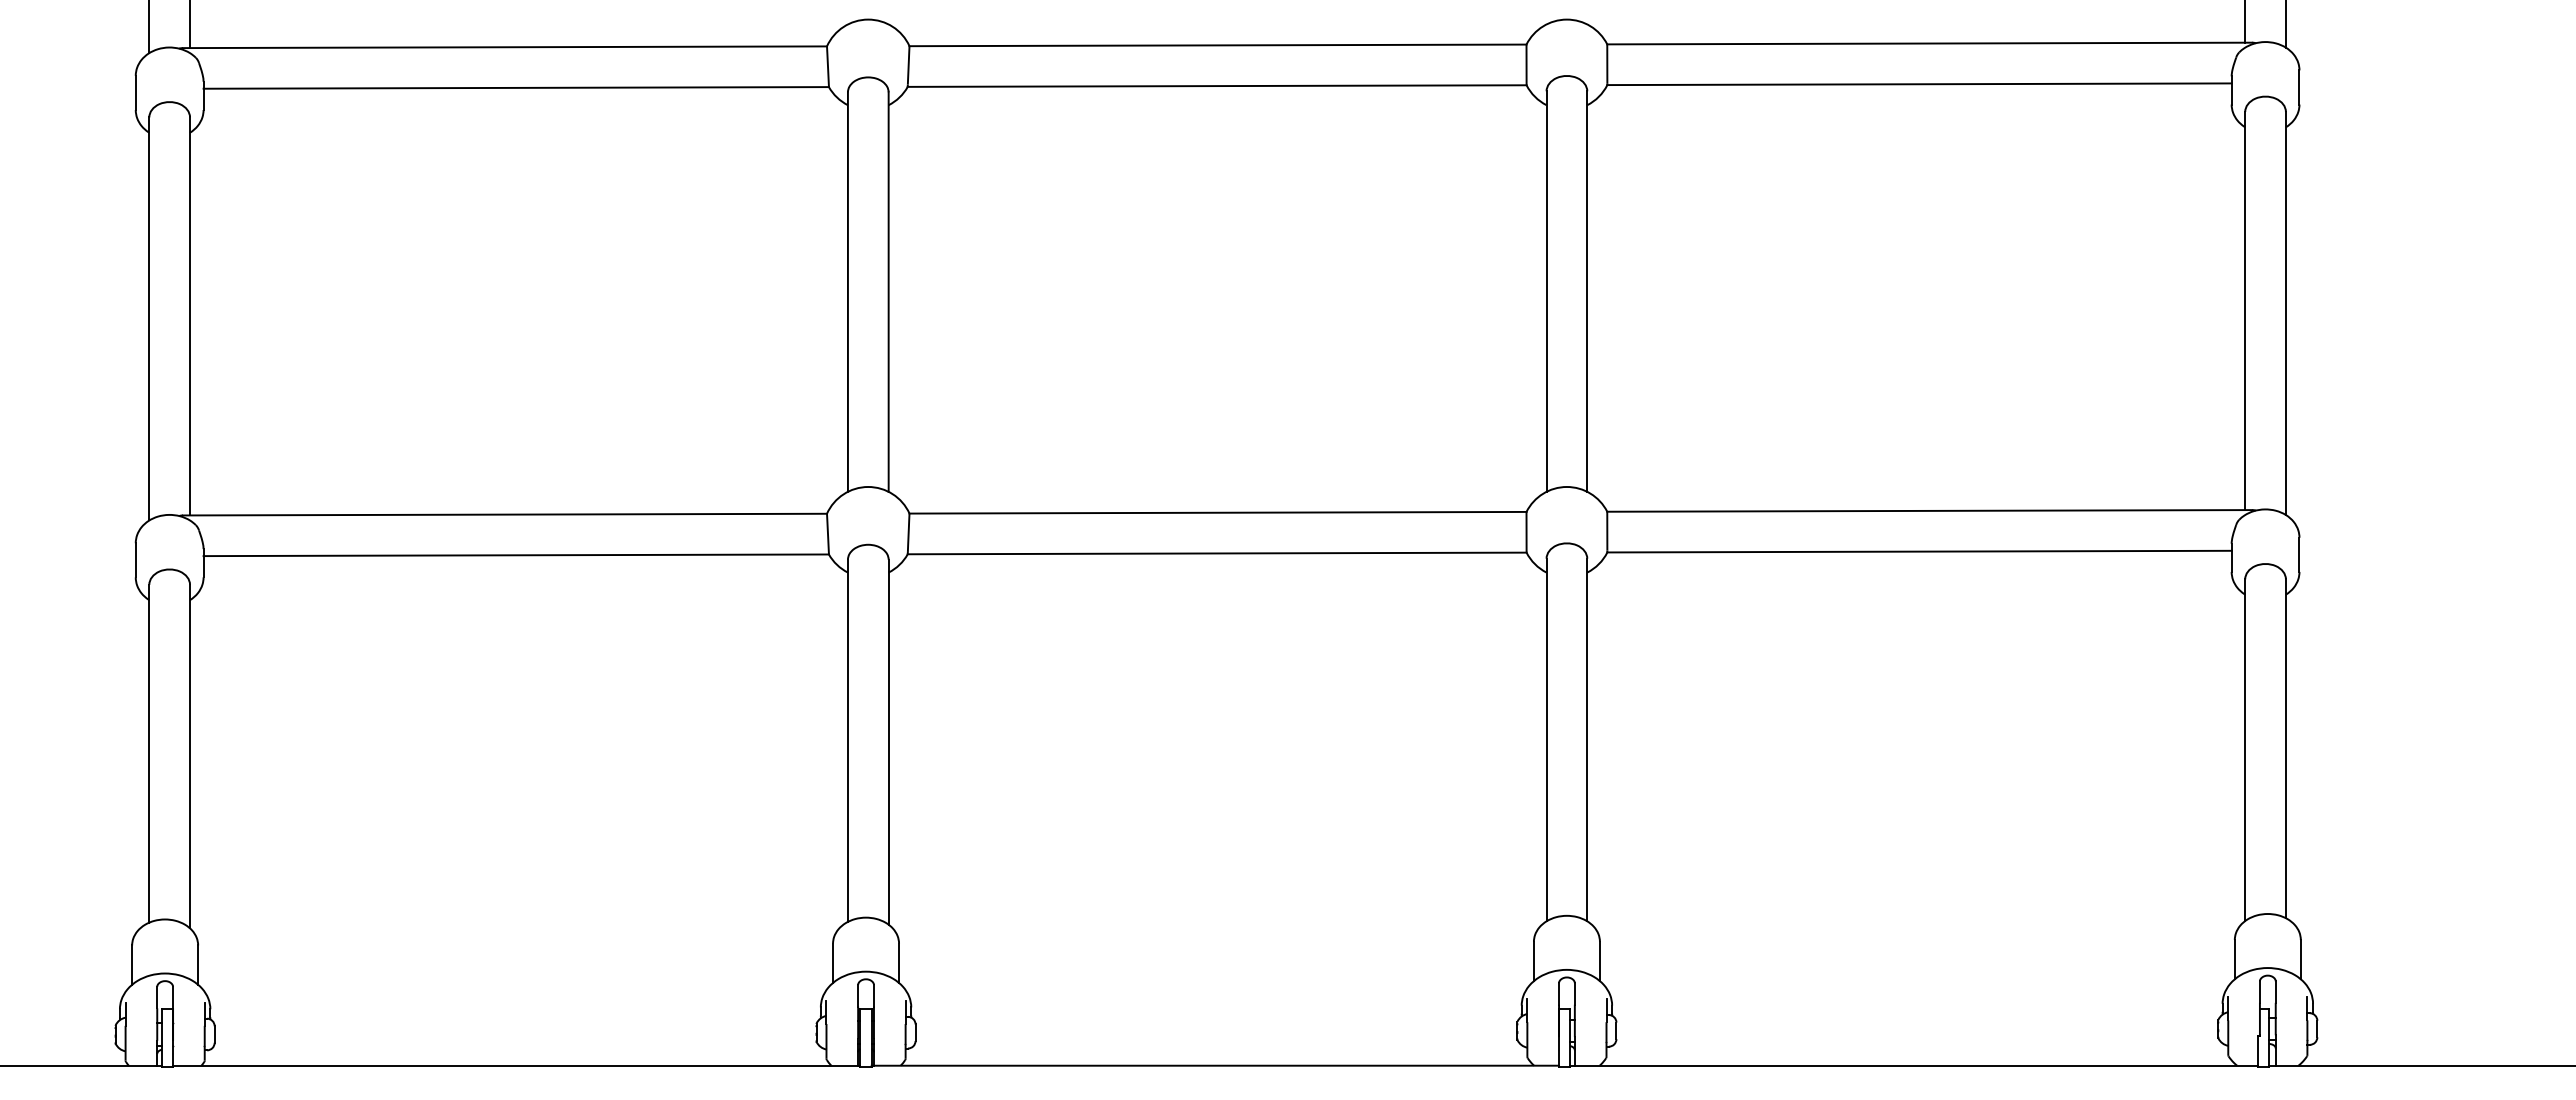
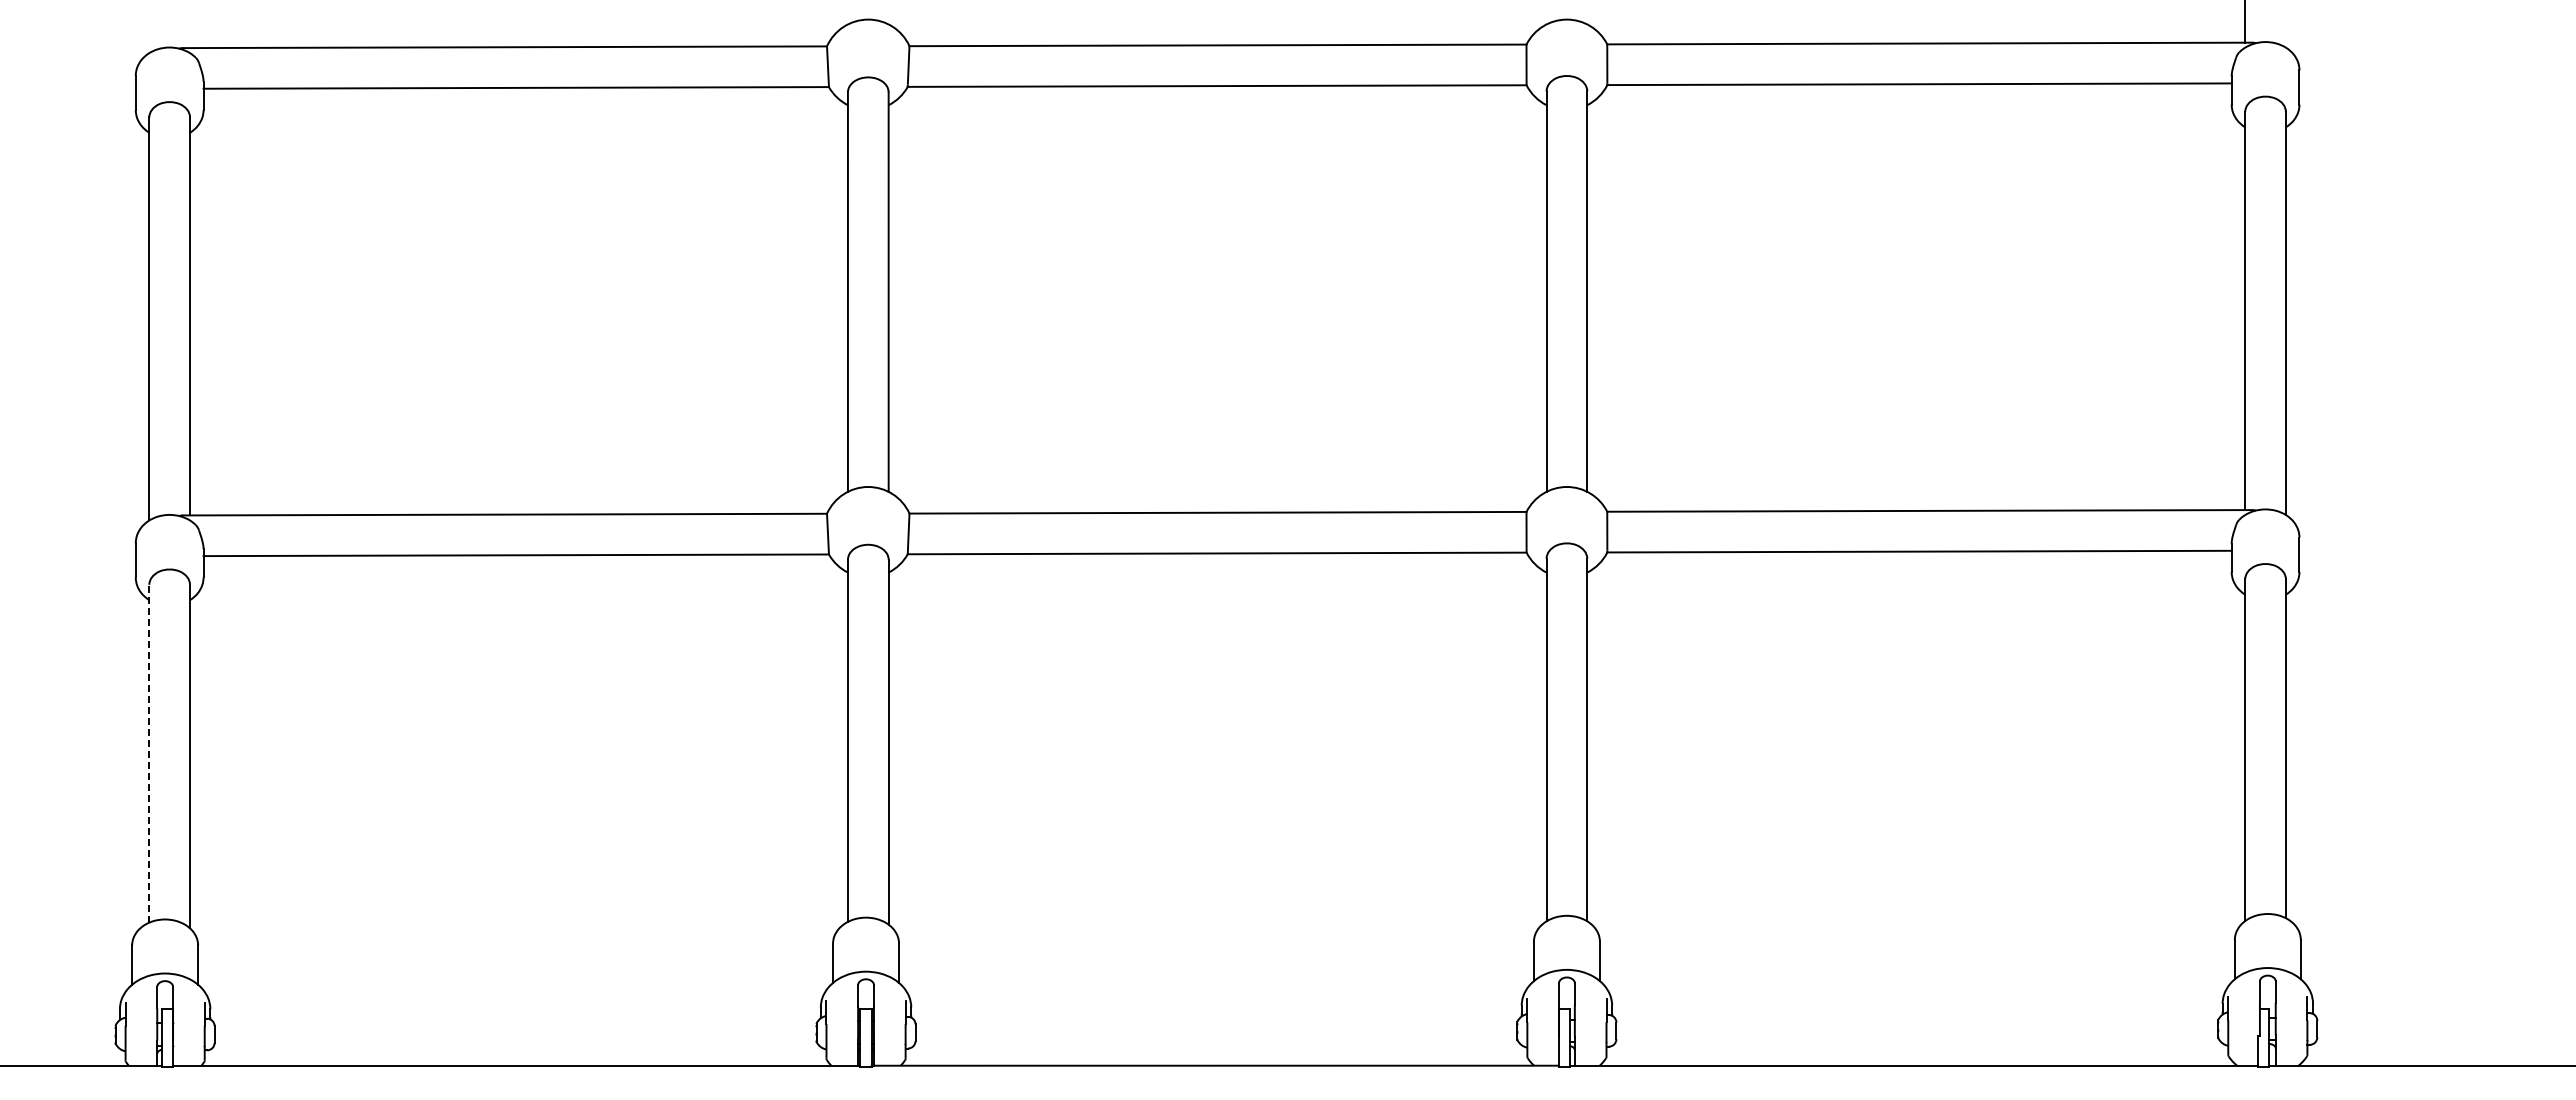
line at (2285, 24): present -> none
line at (190, 25): present -> none
line at (149, 27): present -> none
line at (149, 753): solid -> dashed
